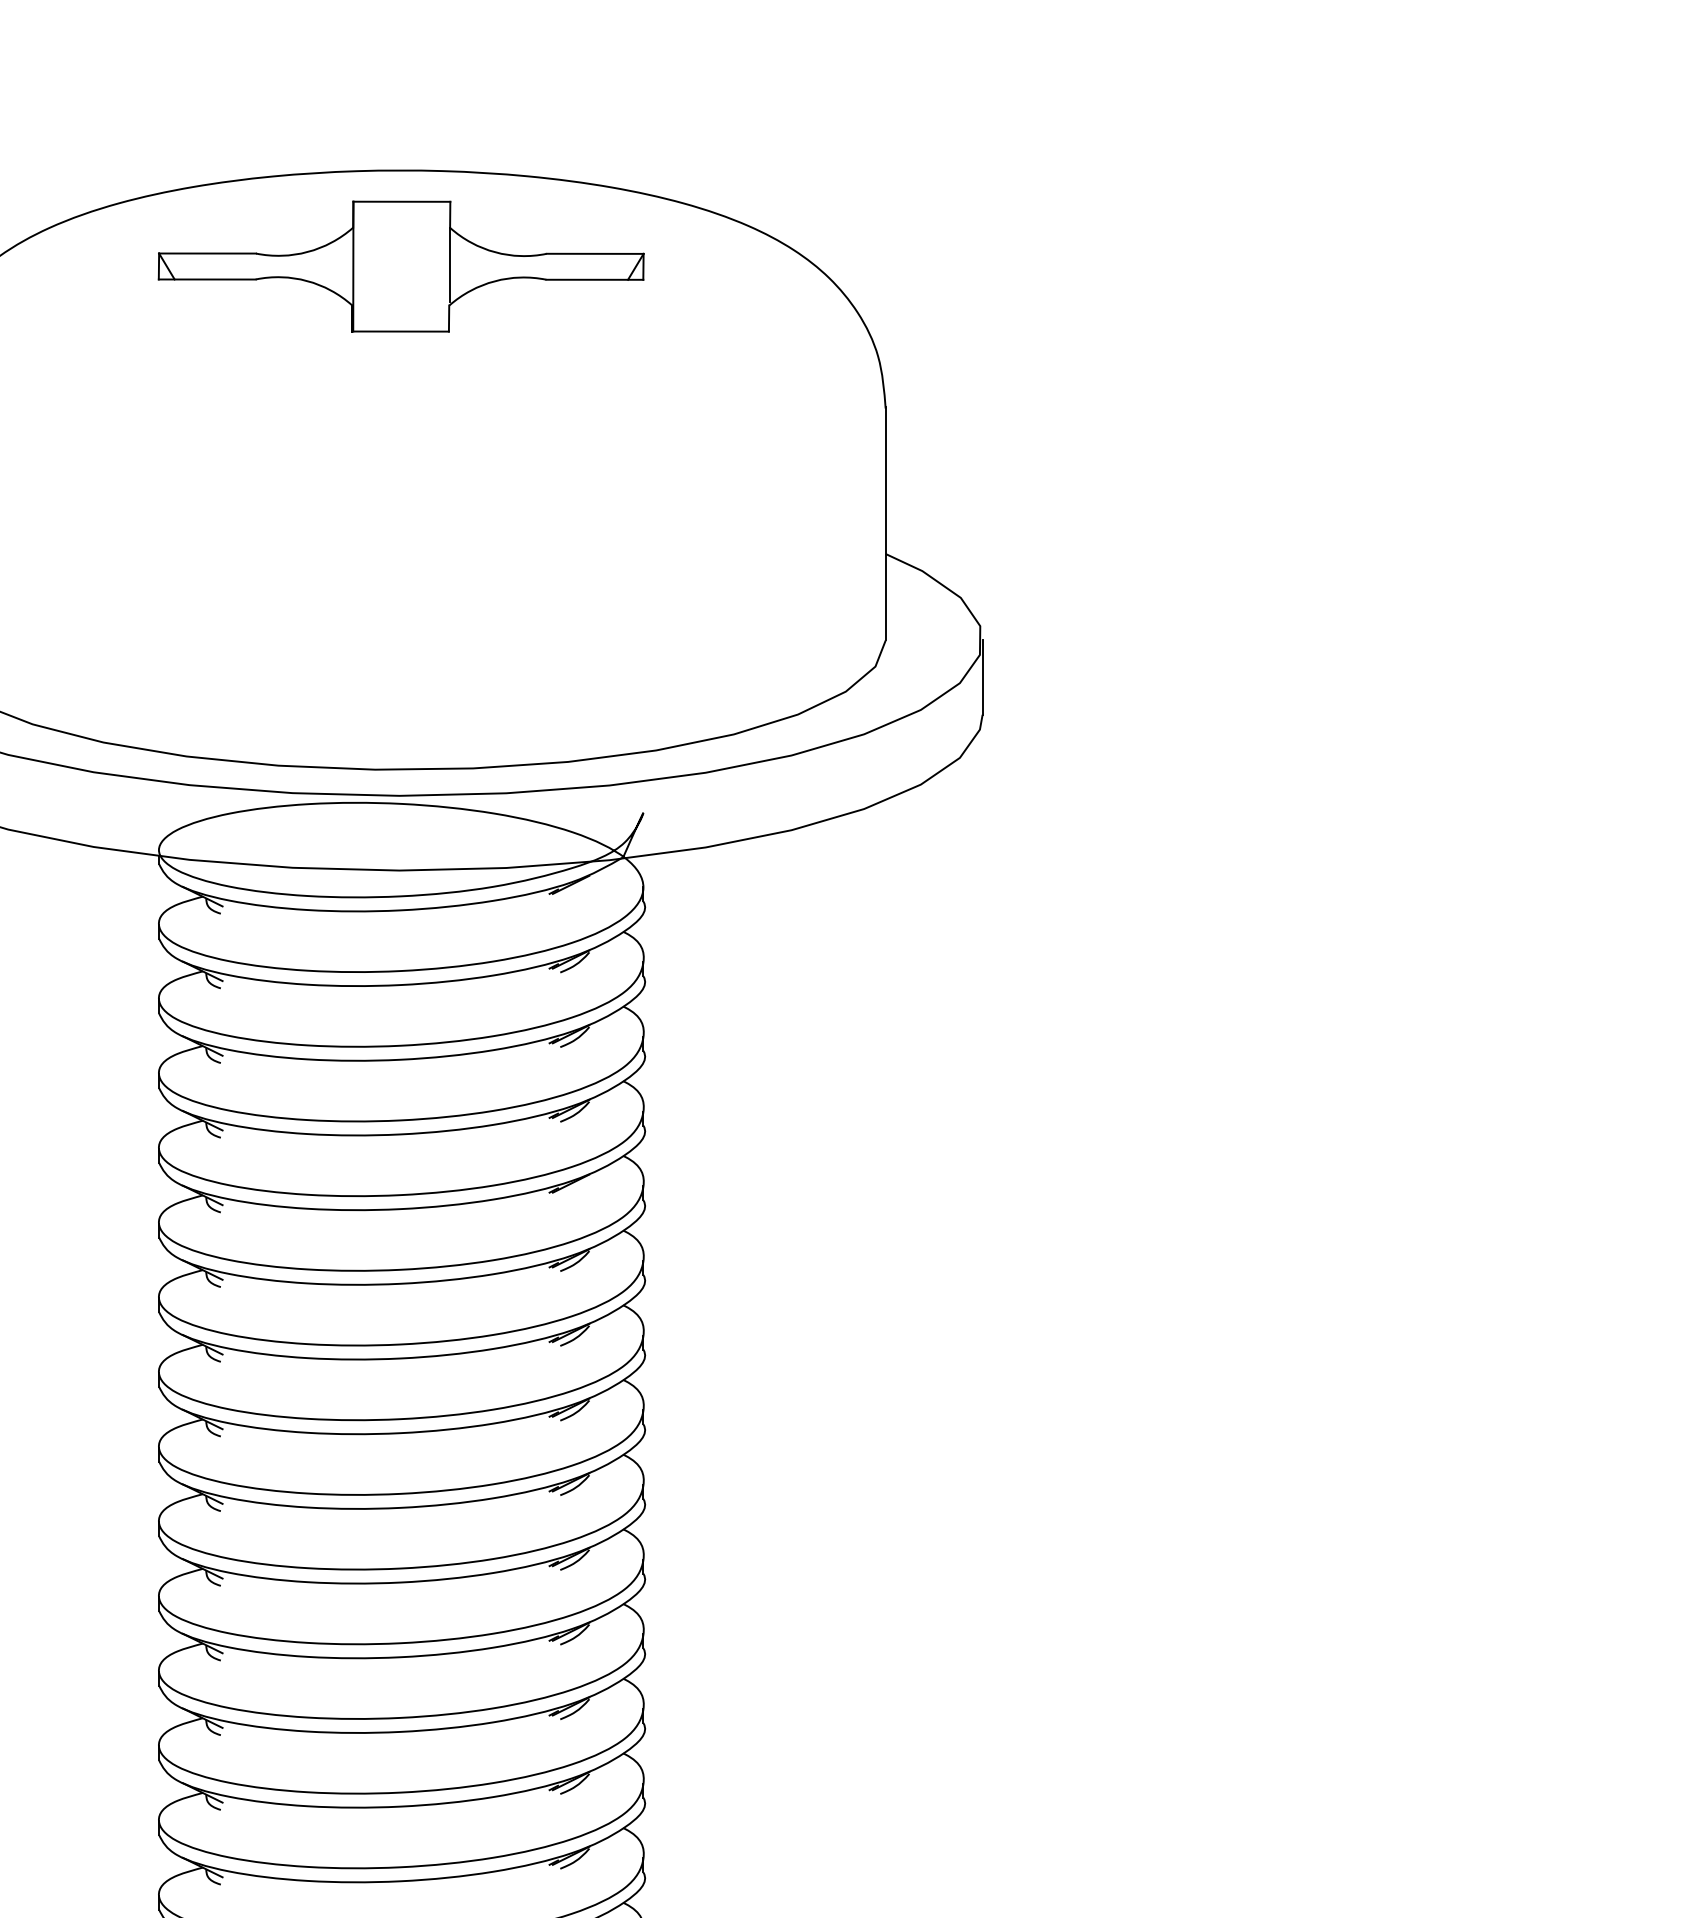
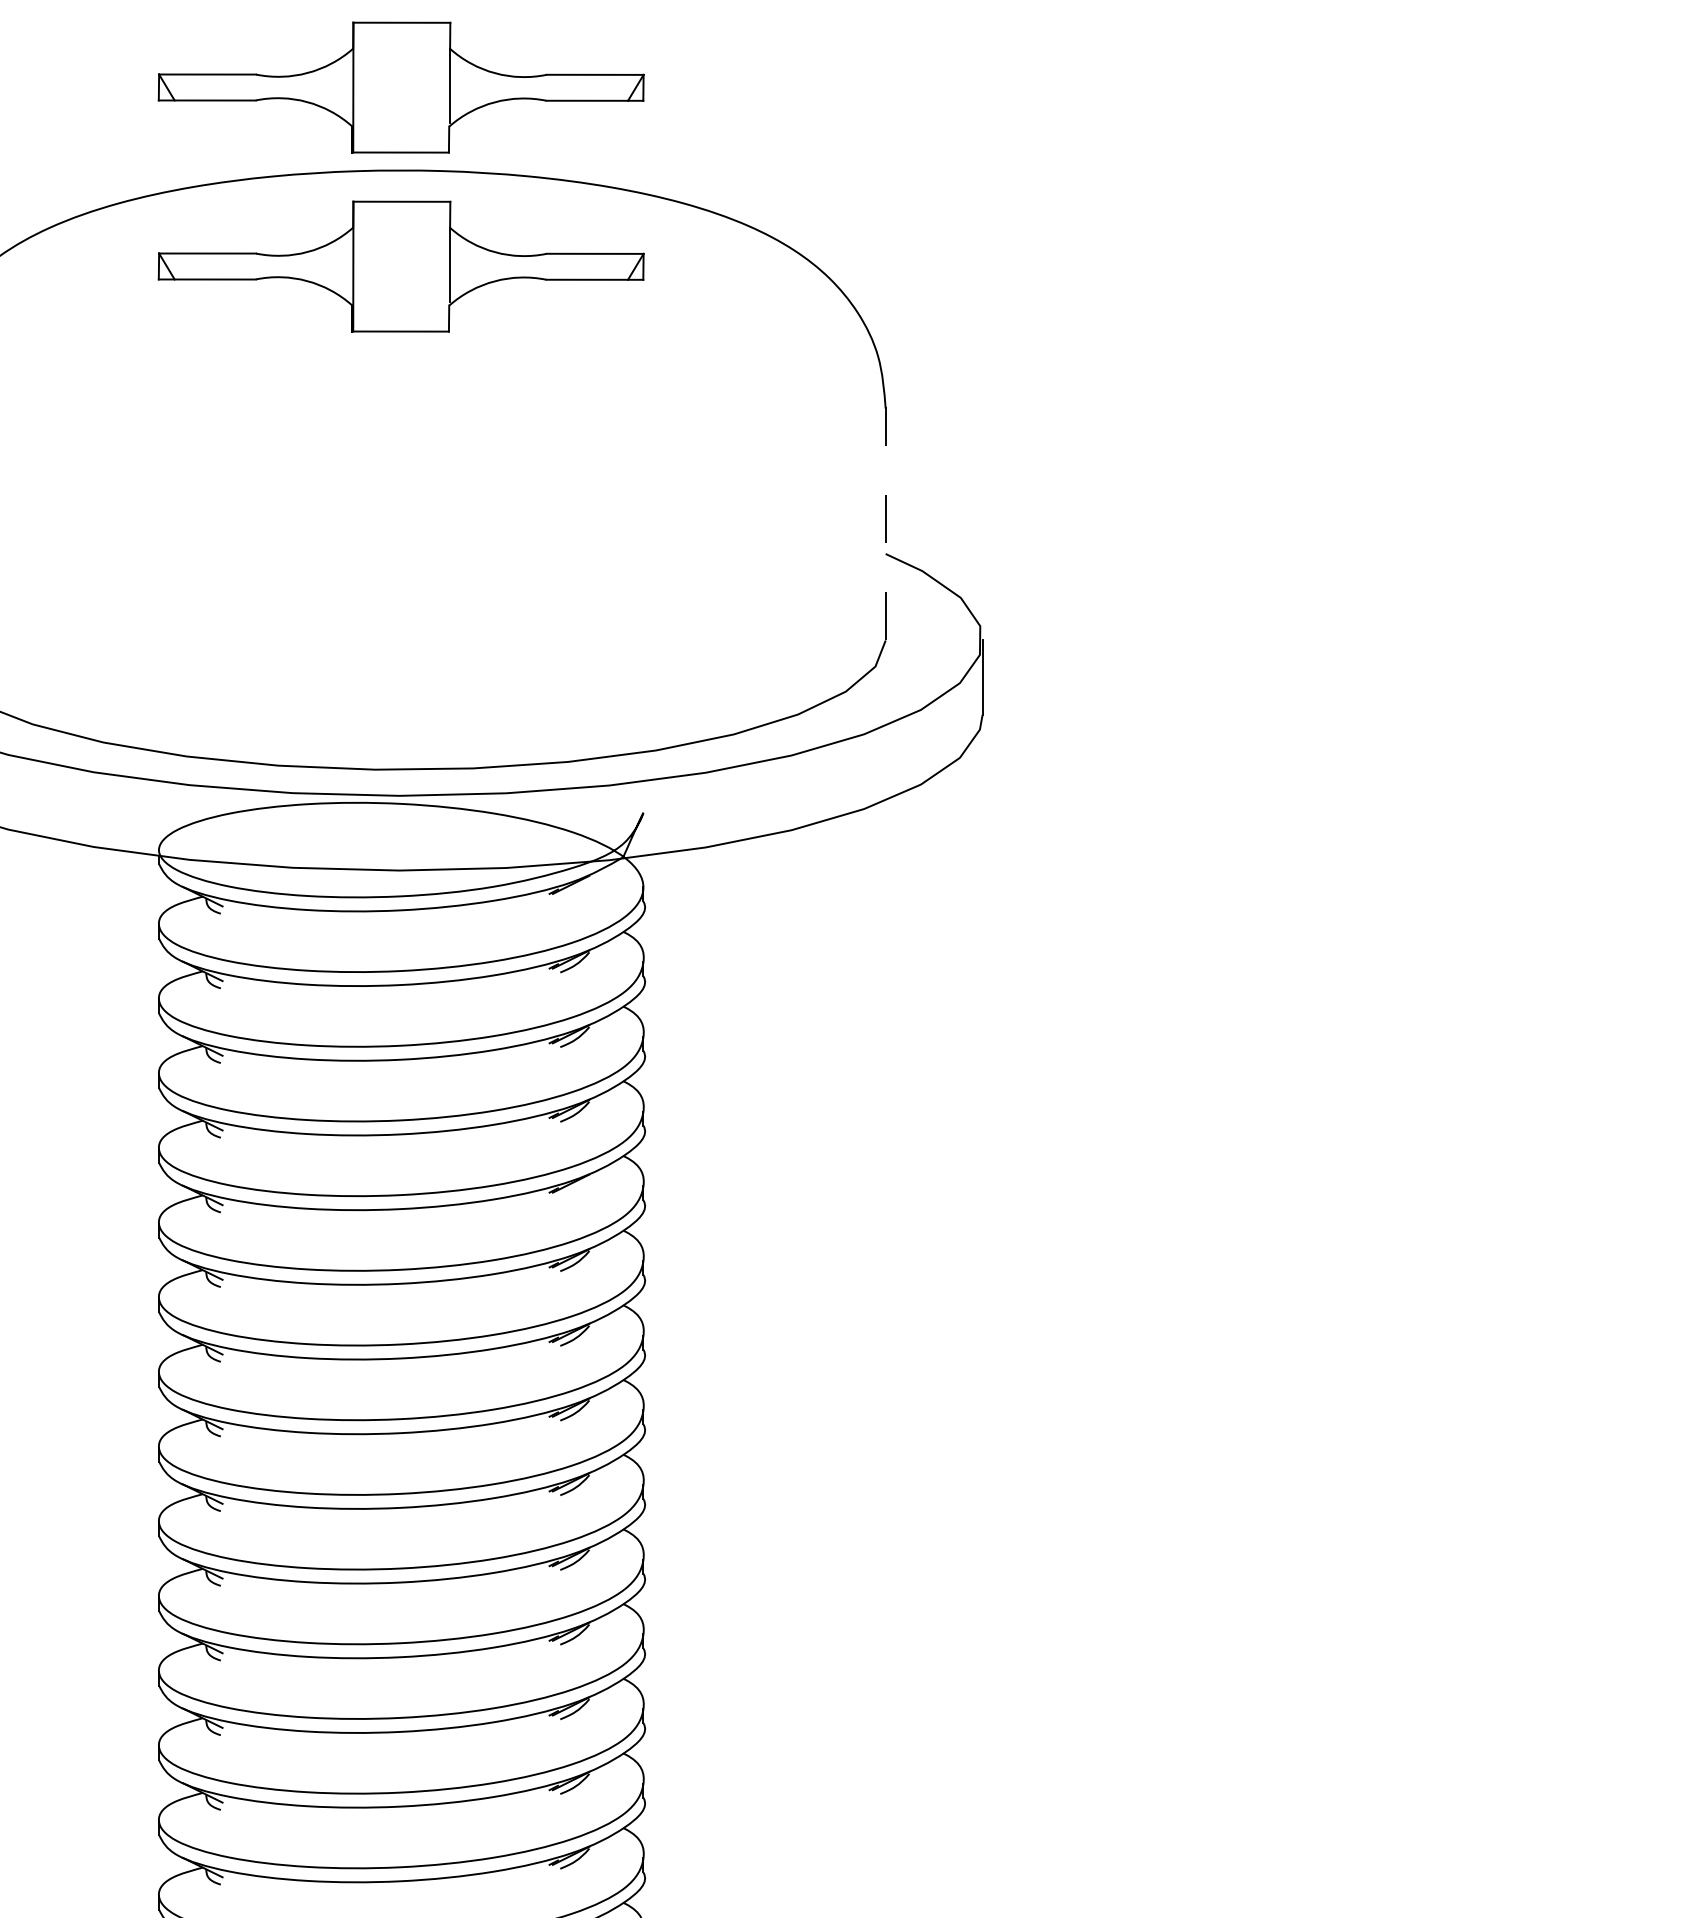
part at (400, 87): none -> present
line at (885, 523): solid -> dashed
